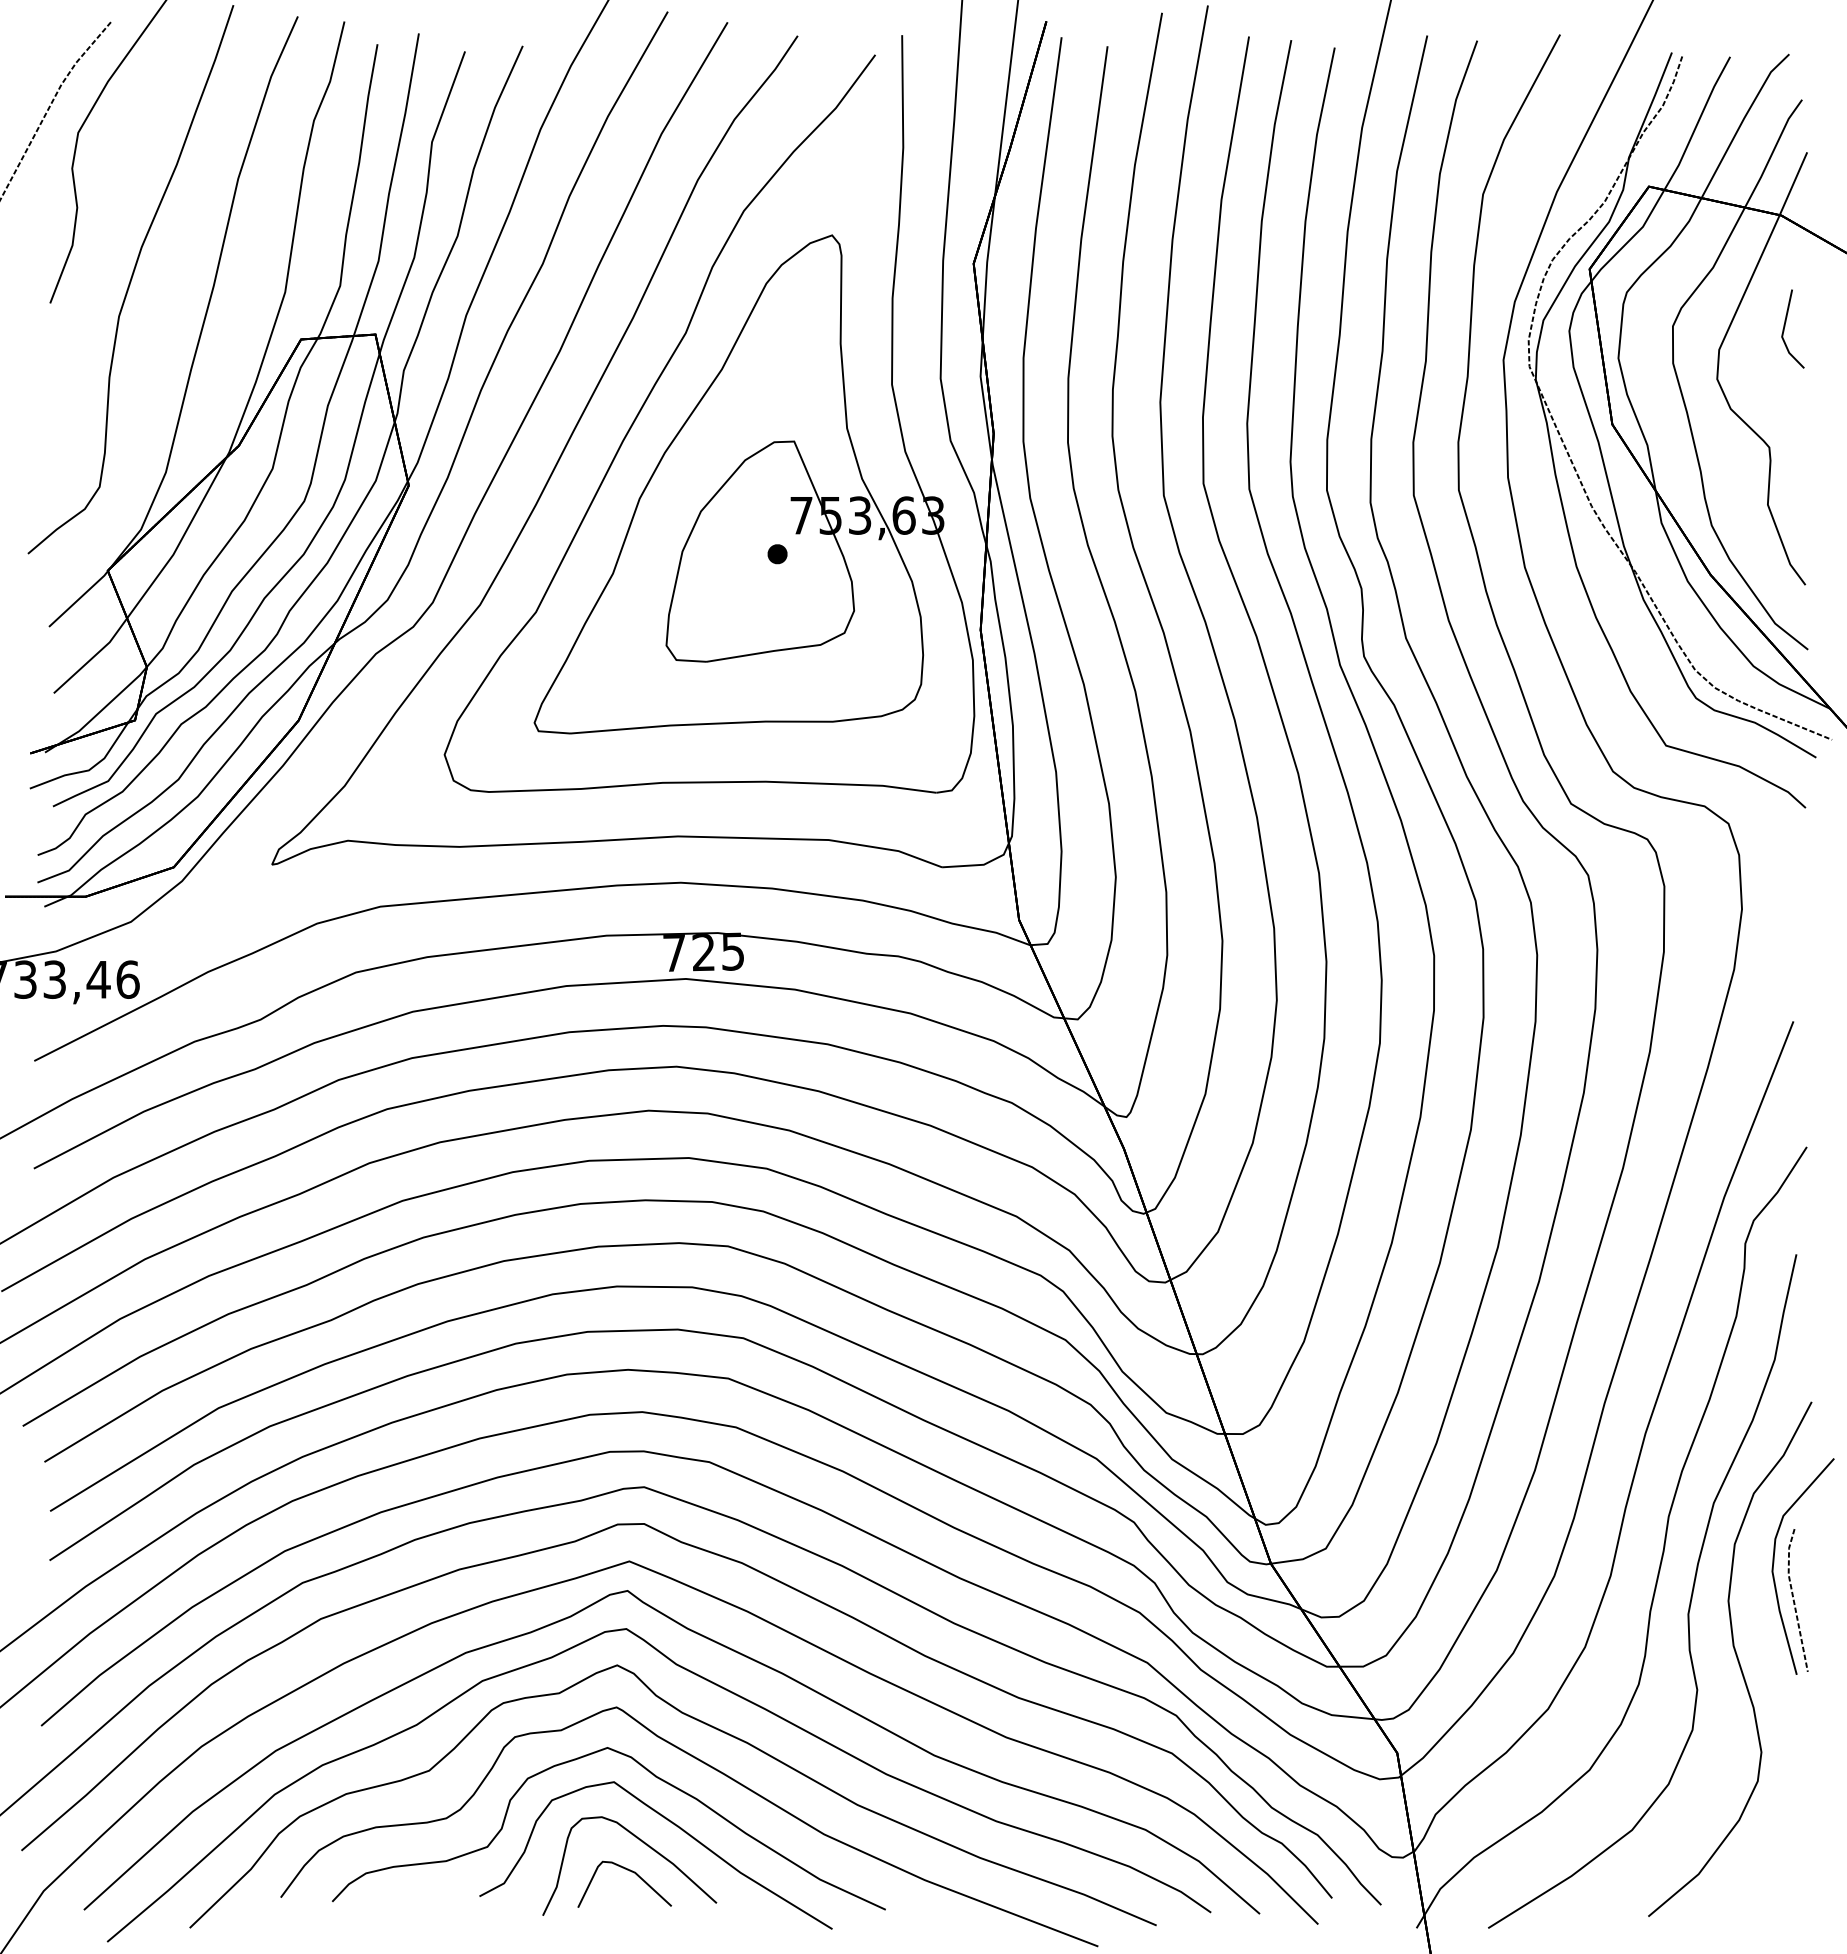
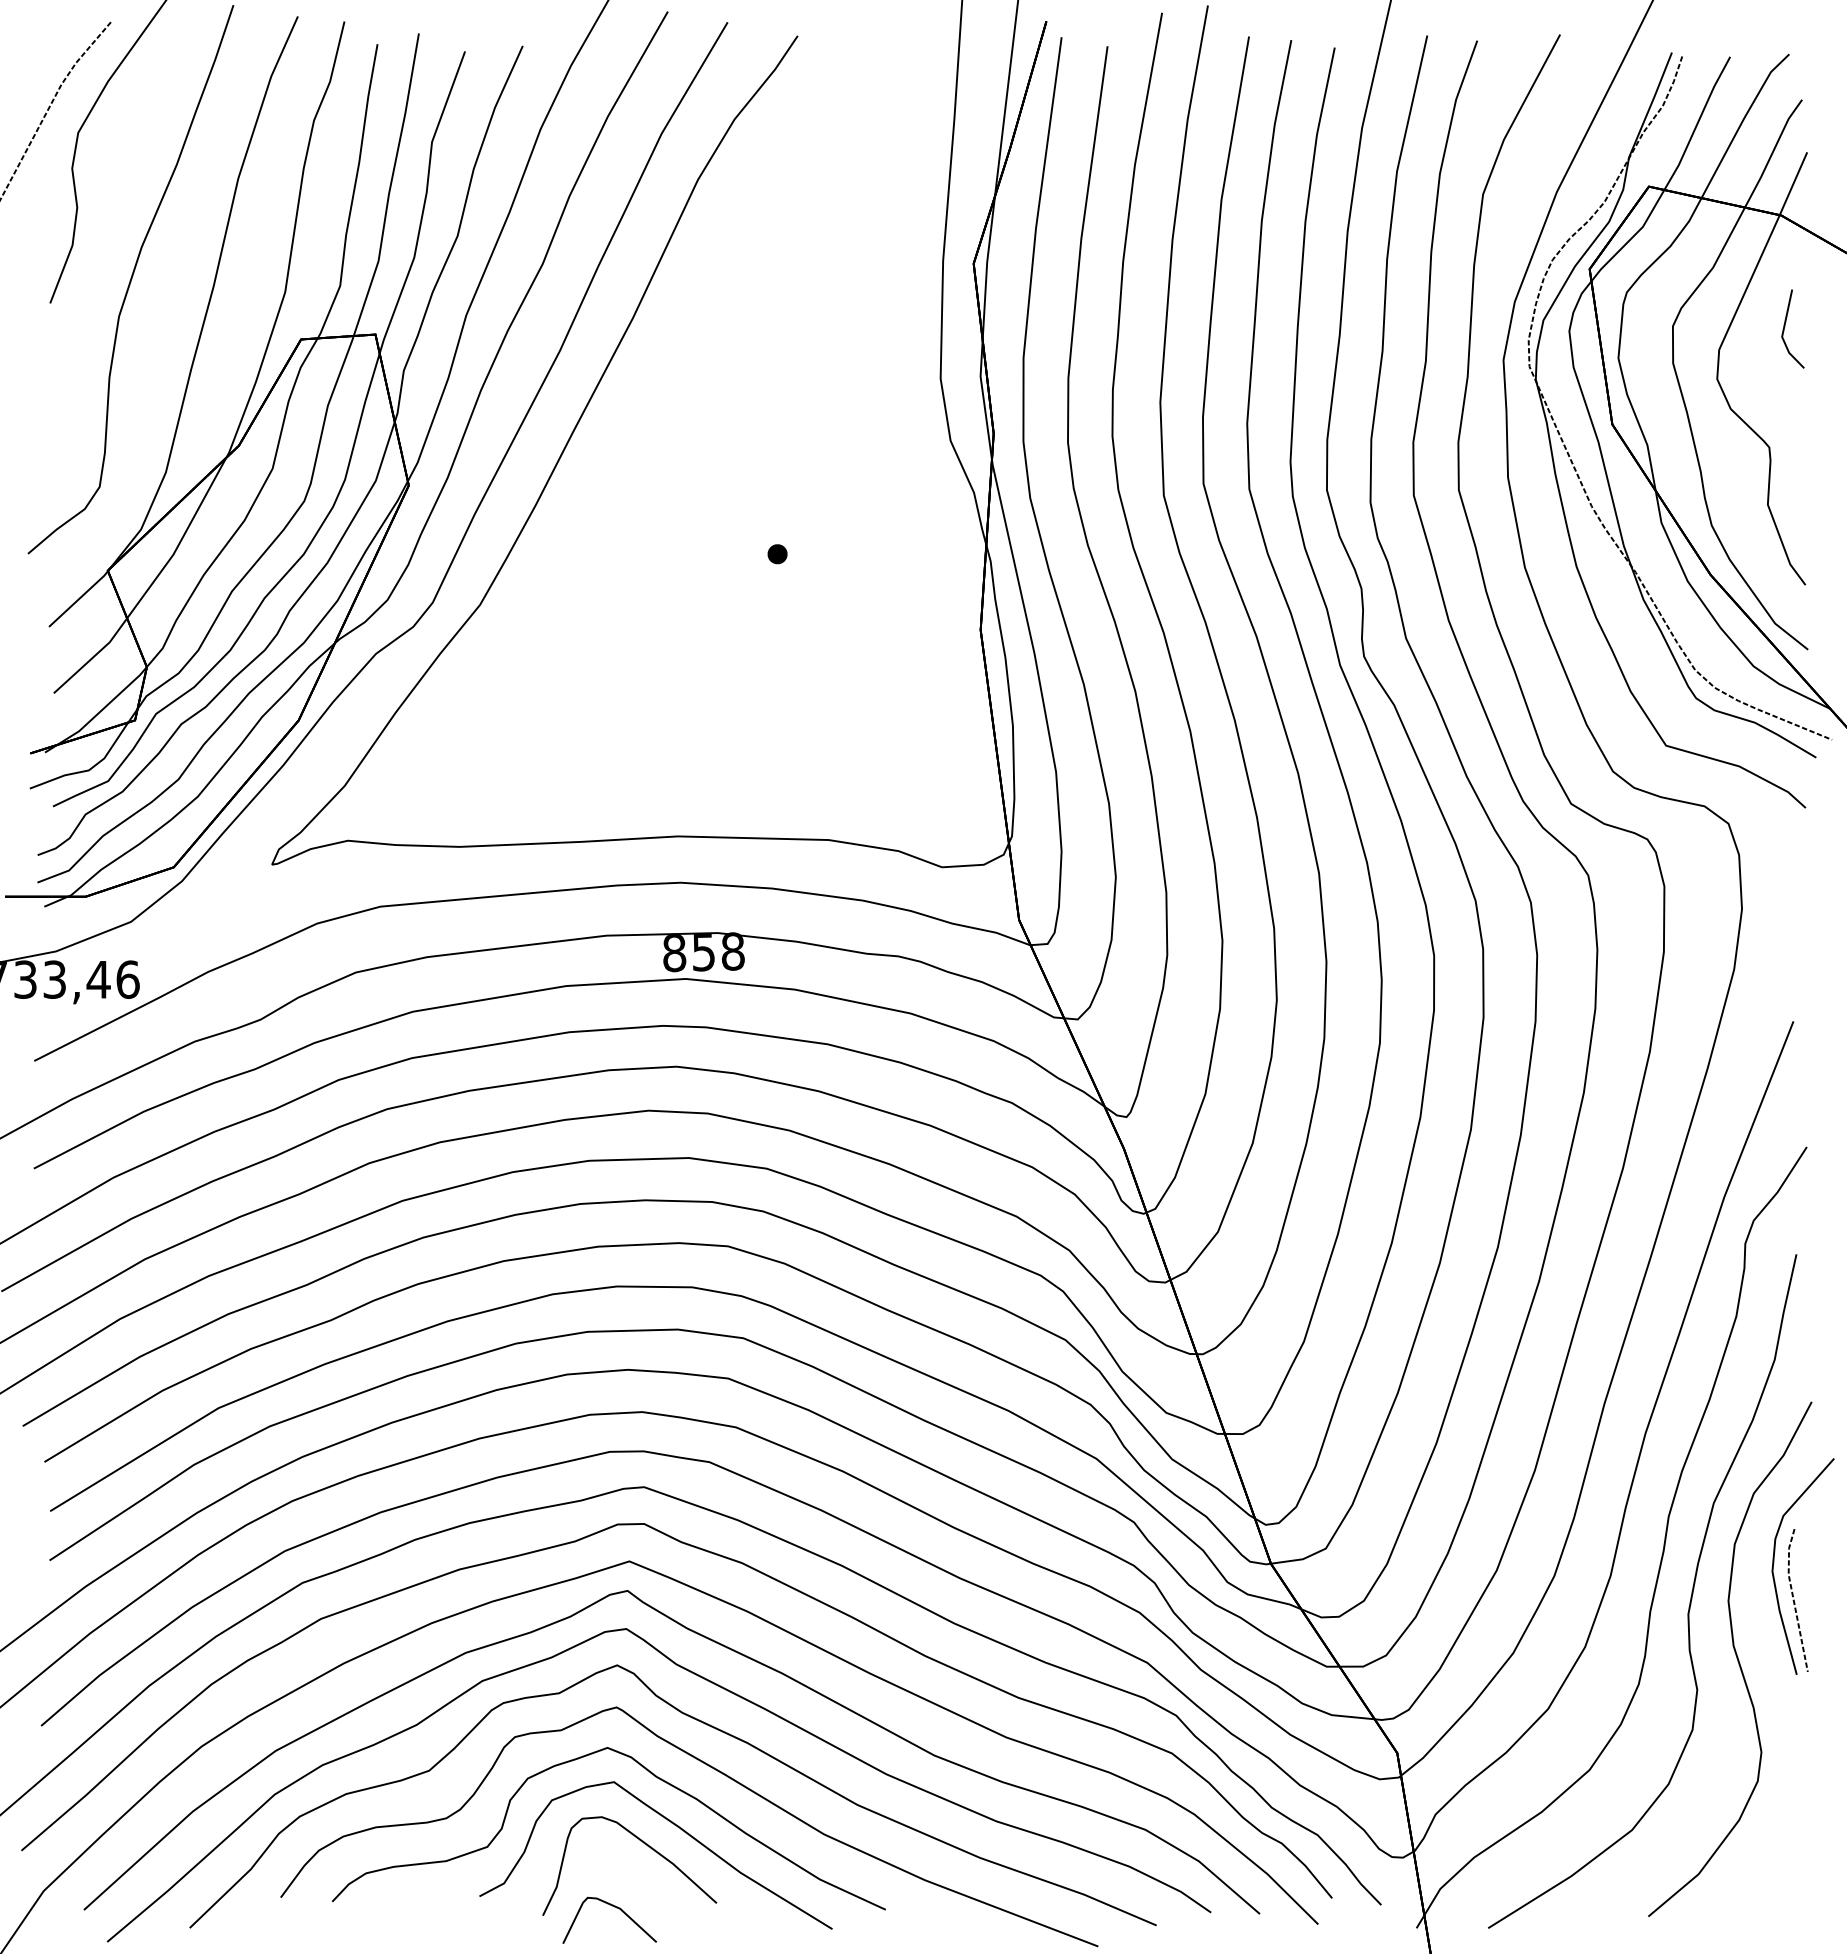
part at (709, 414): present -> none
text at (703, 952): 725 -> 858
curve at (629, 1871) position: (629, 1871) -> (614, 1907)
